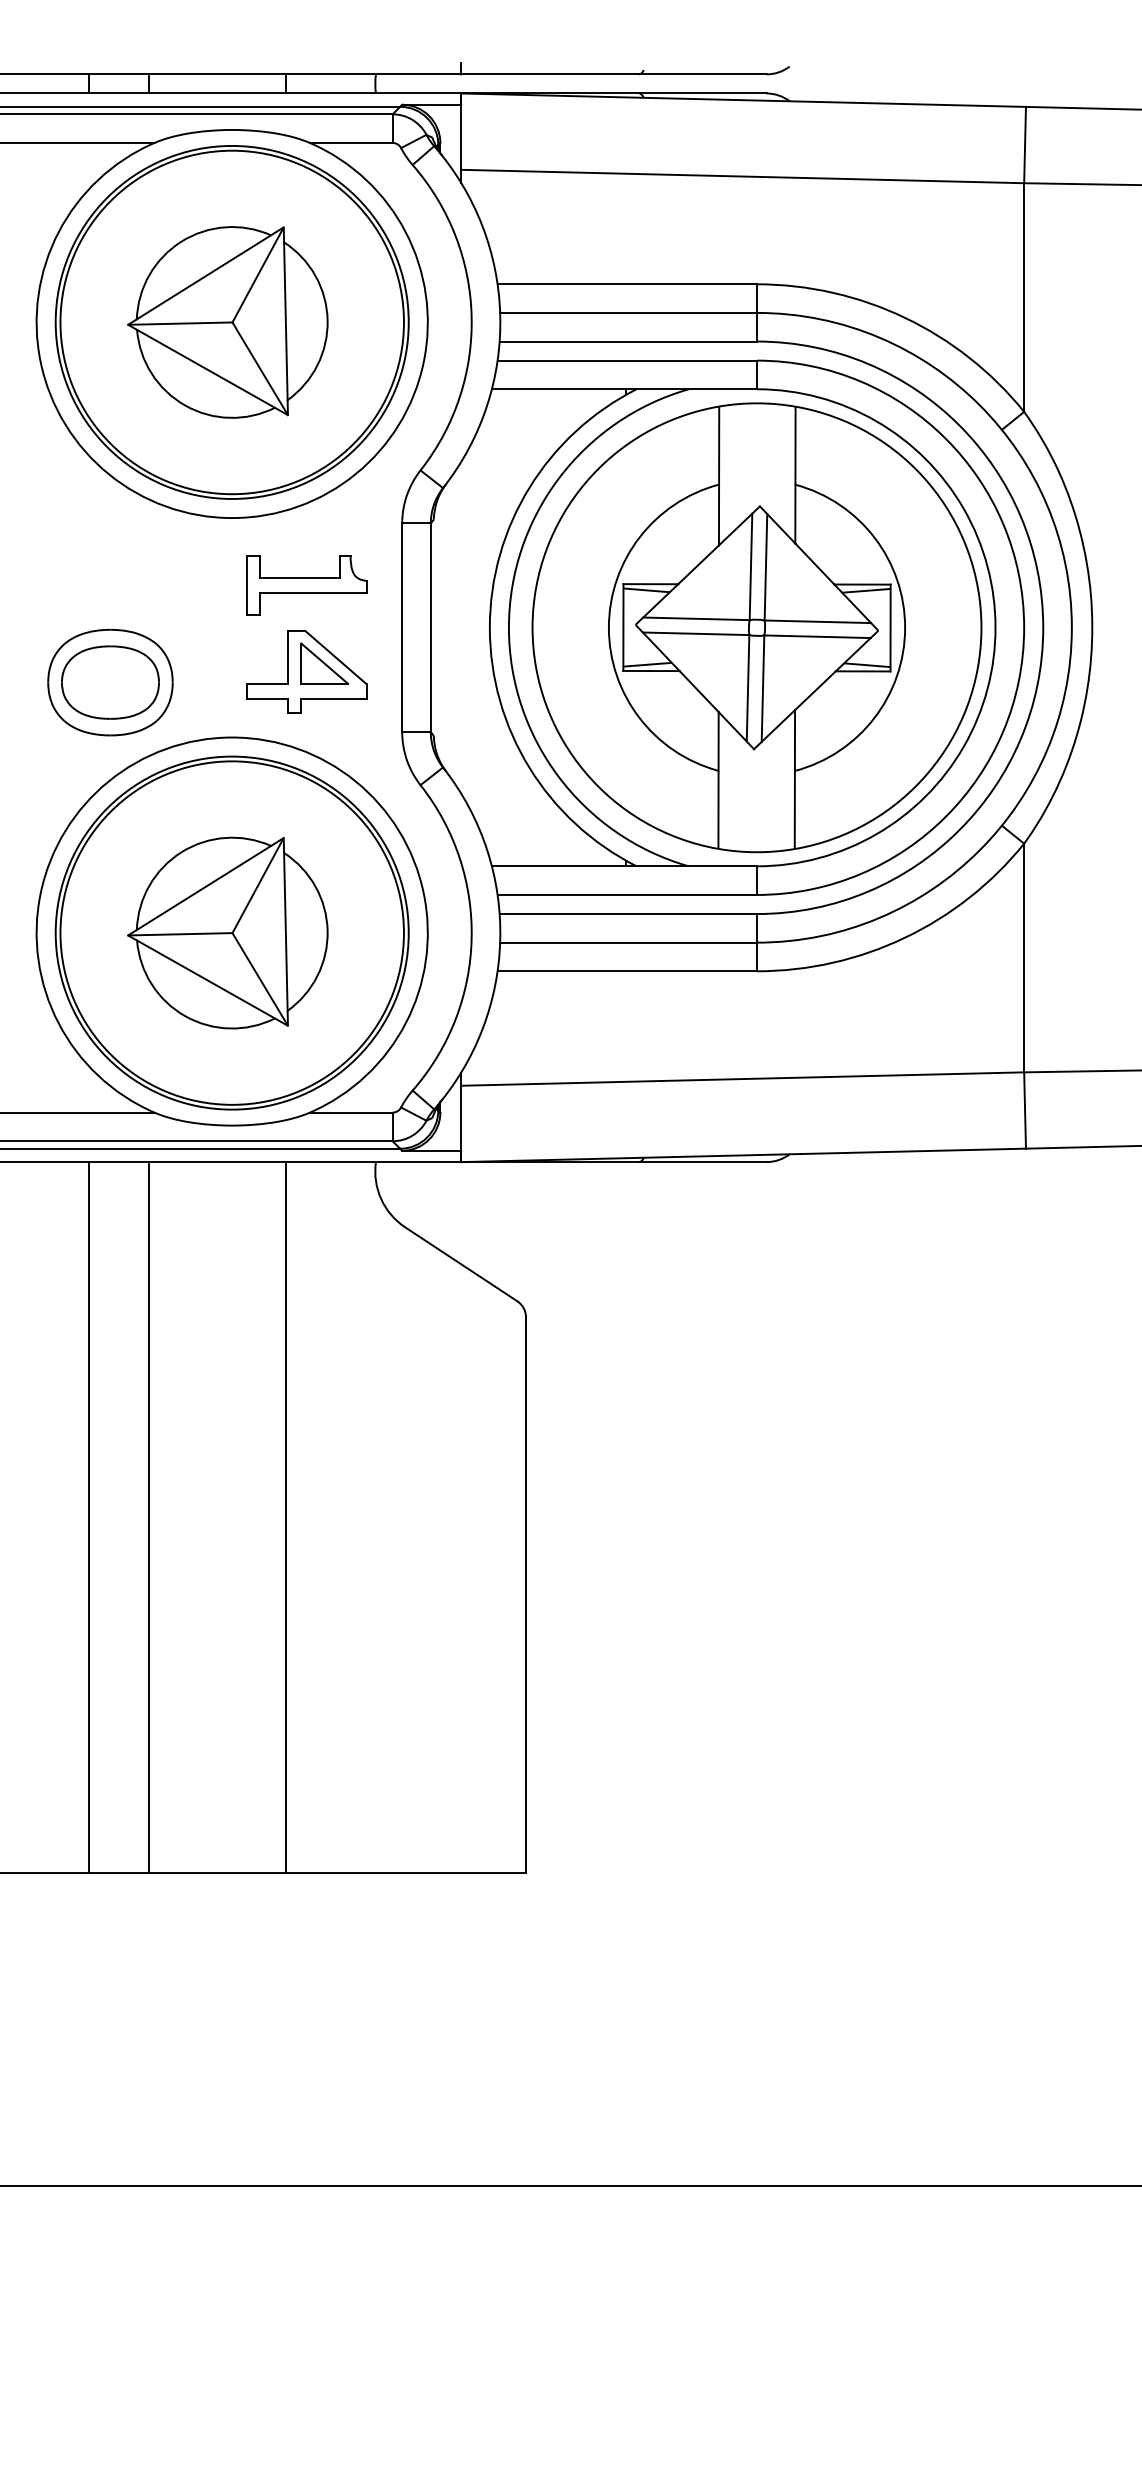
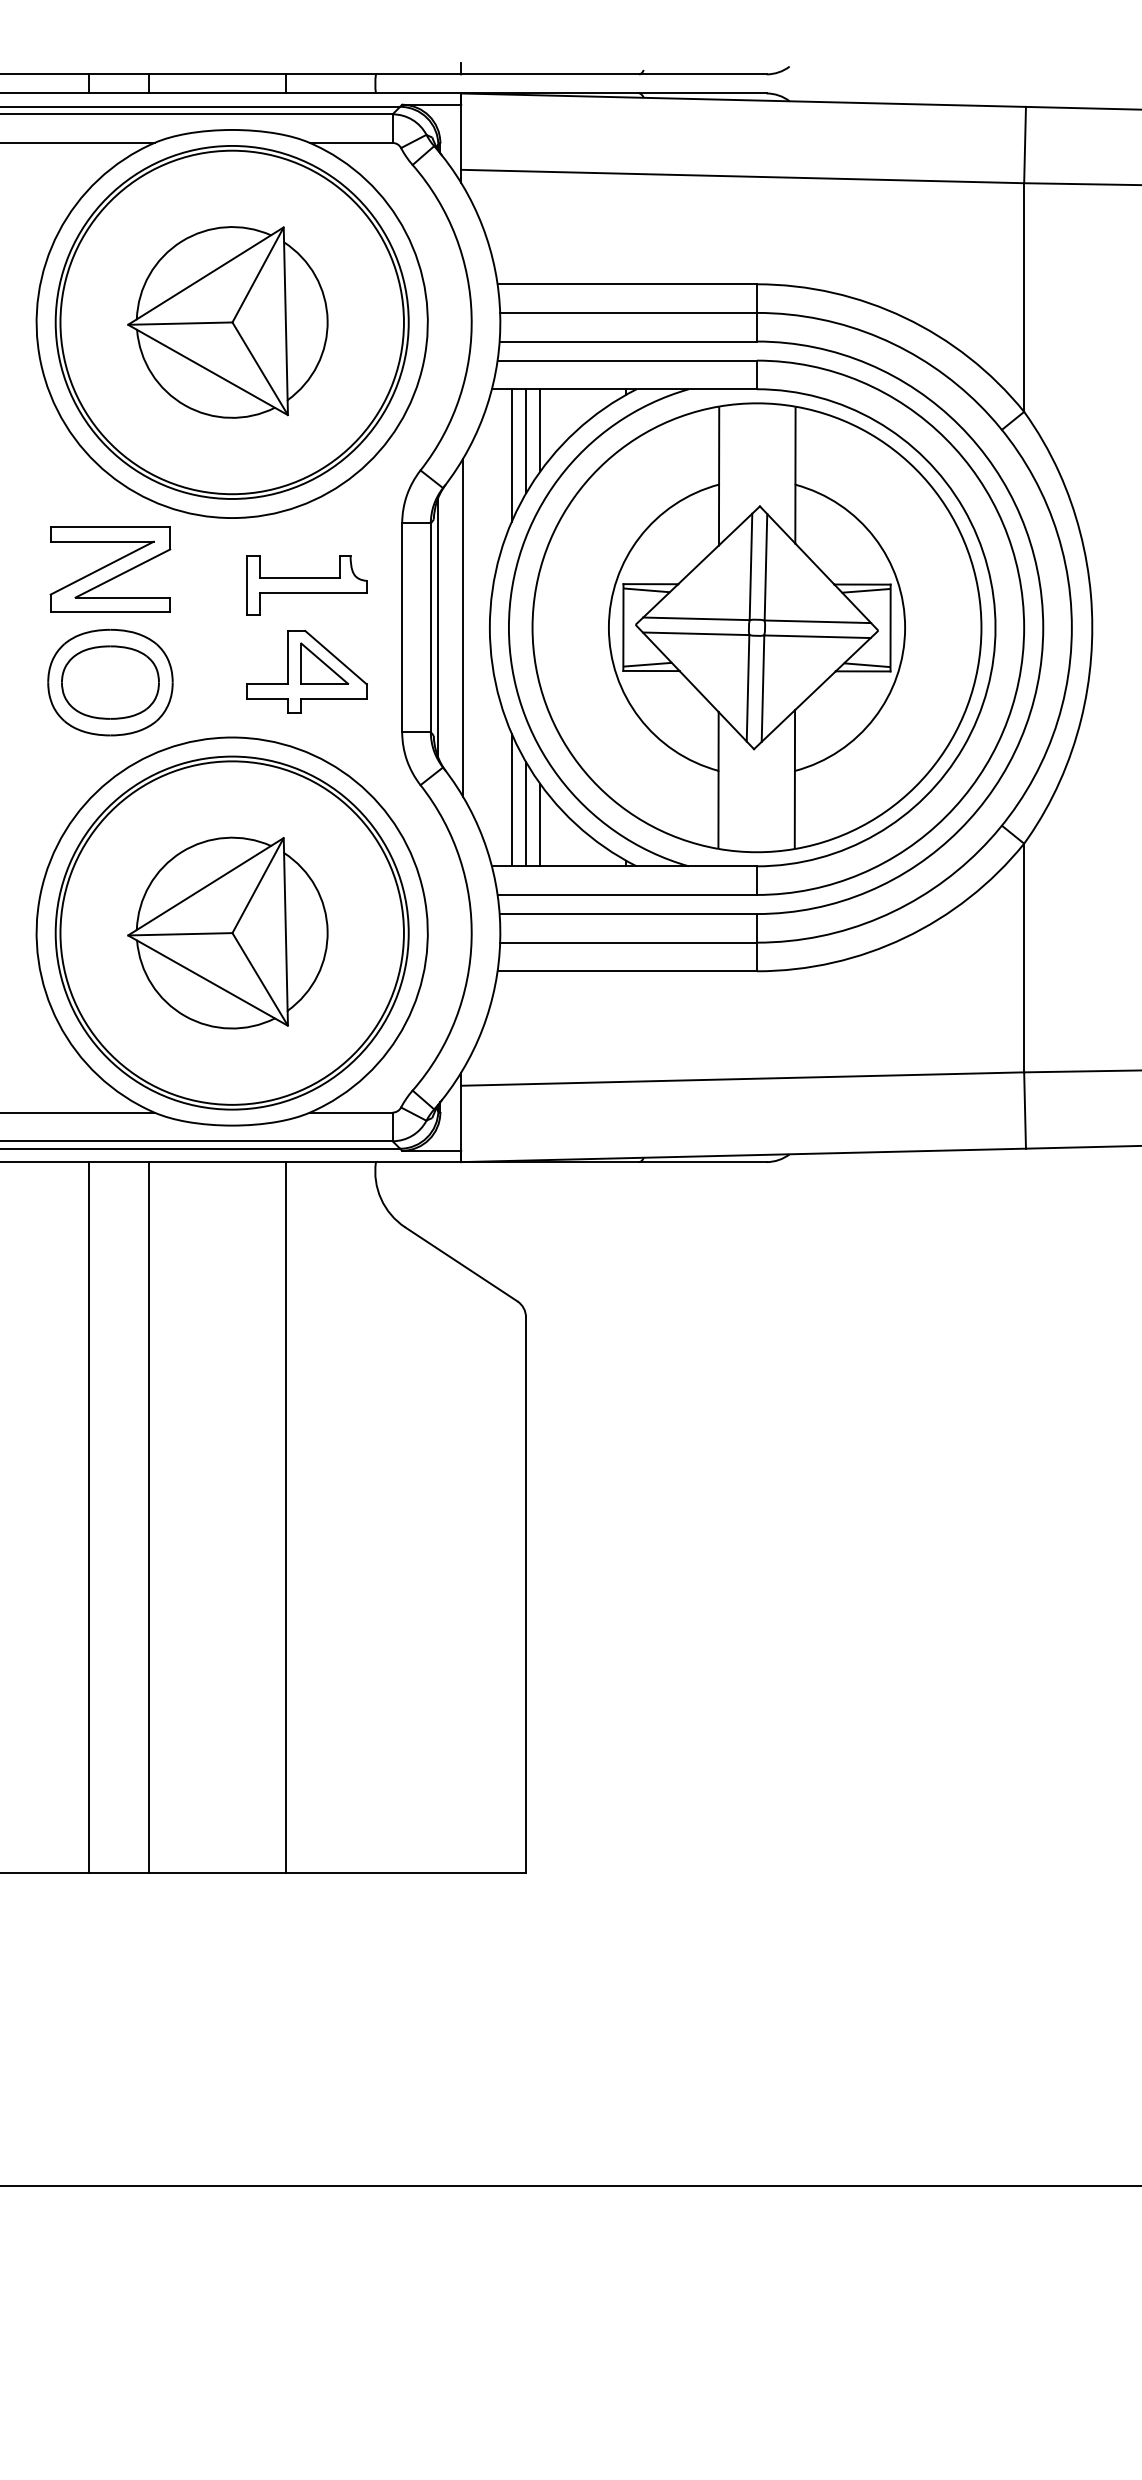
line at (540, 430): none -> present
line at (526, 441): none -> present
line at (511, 455): none -> present
part at (110, 569): none -> present
line at (438, 627): none -> present
line at (463, 627): none -> present
line at (511, 799): none -> present
line at (526, 814): none -> present
line at (540, 825): none -> present
